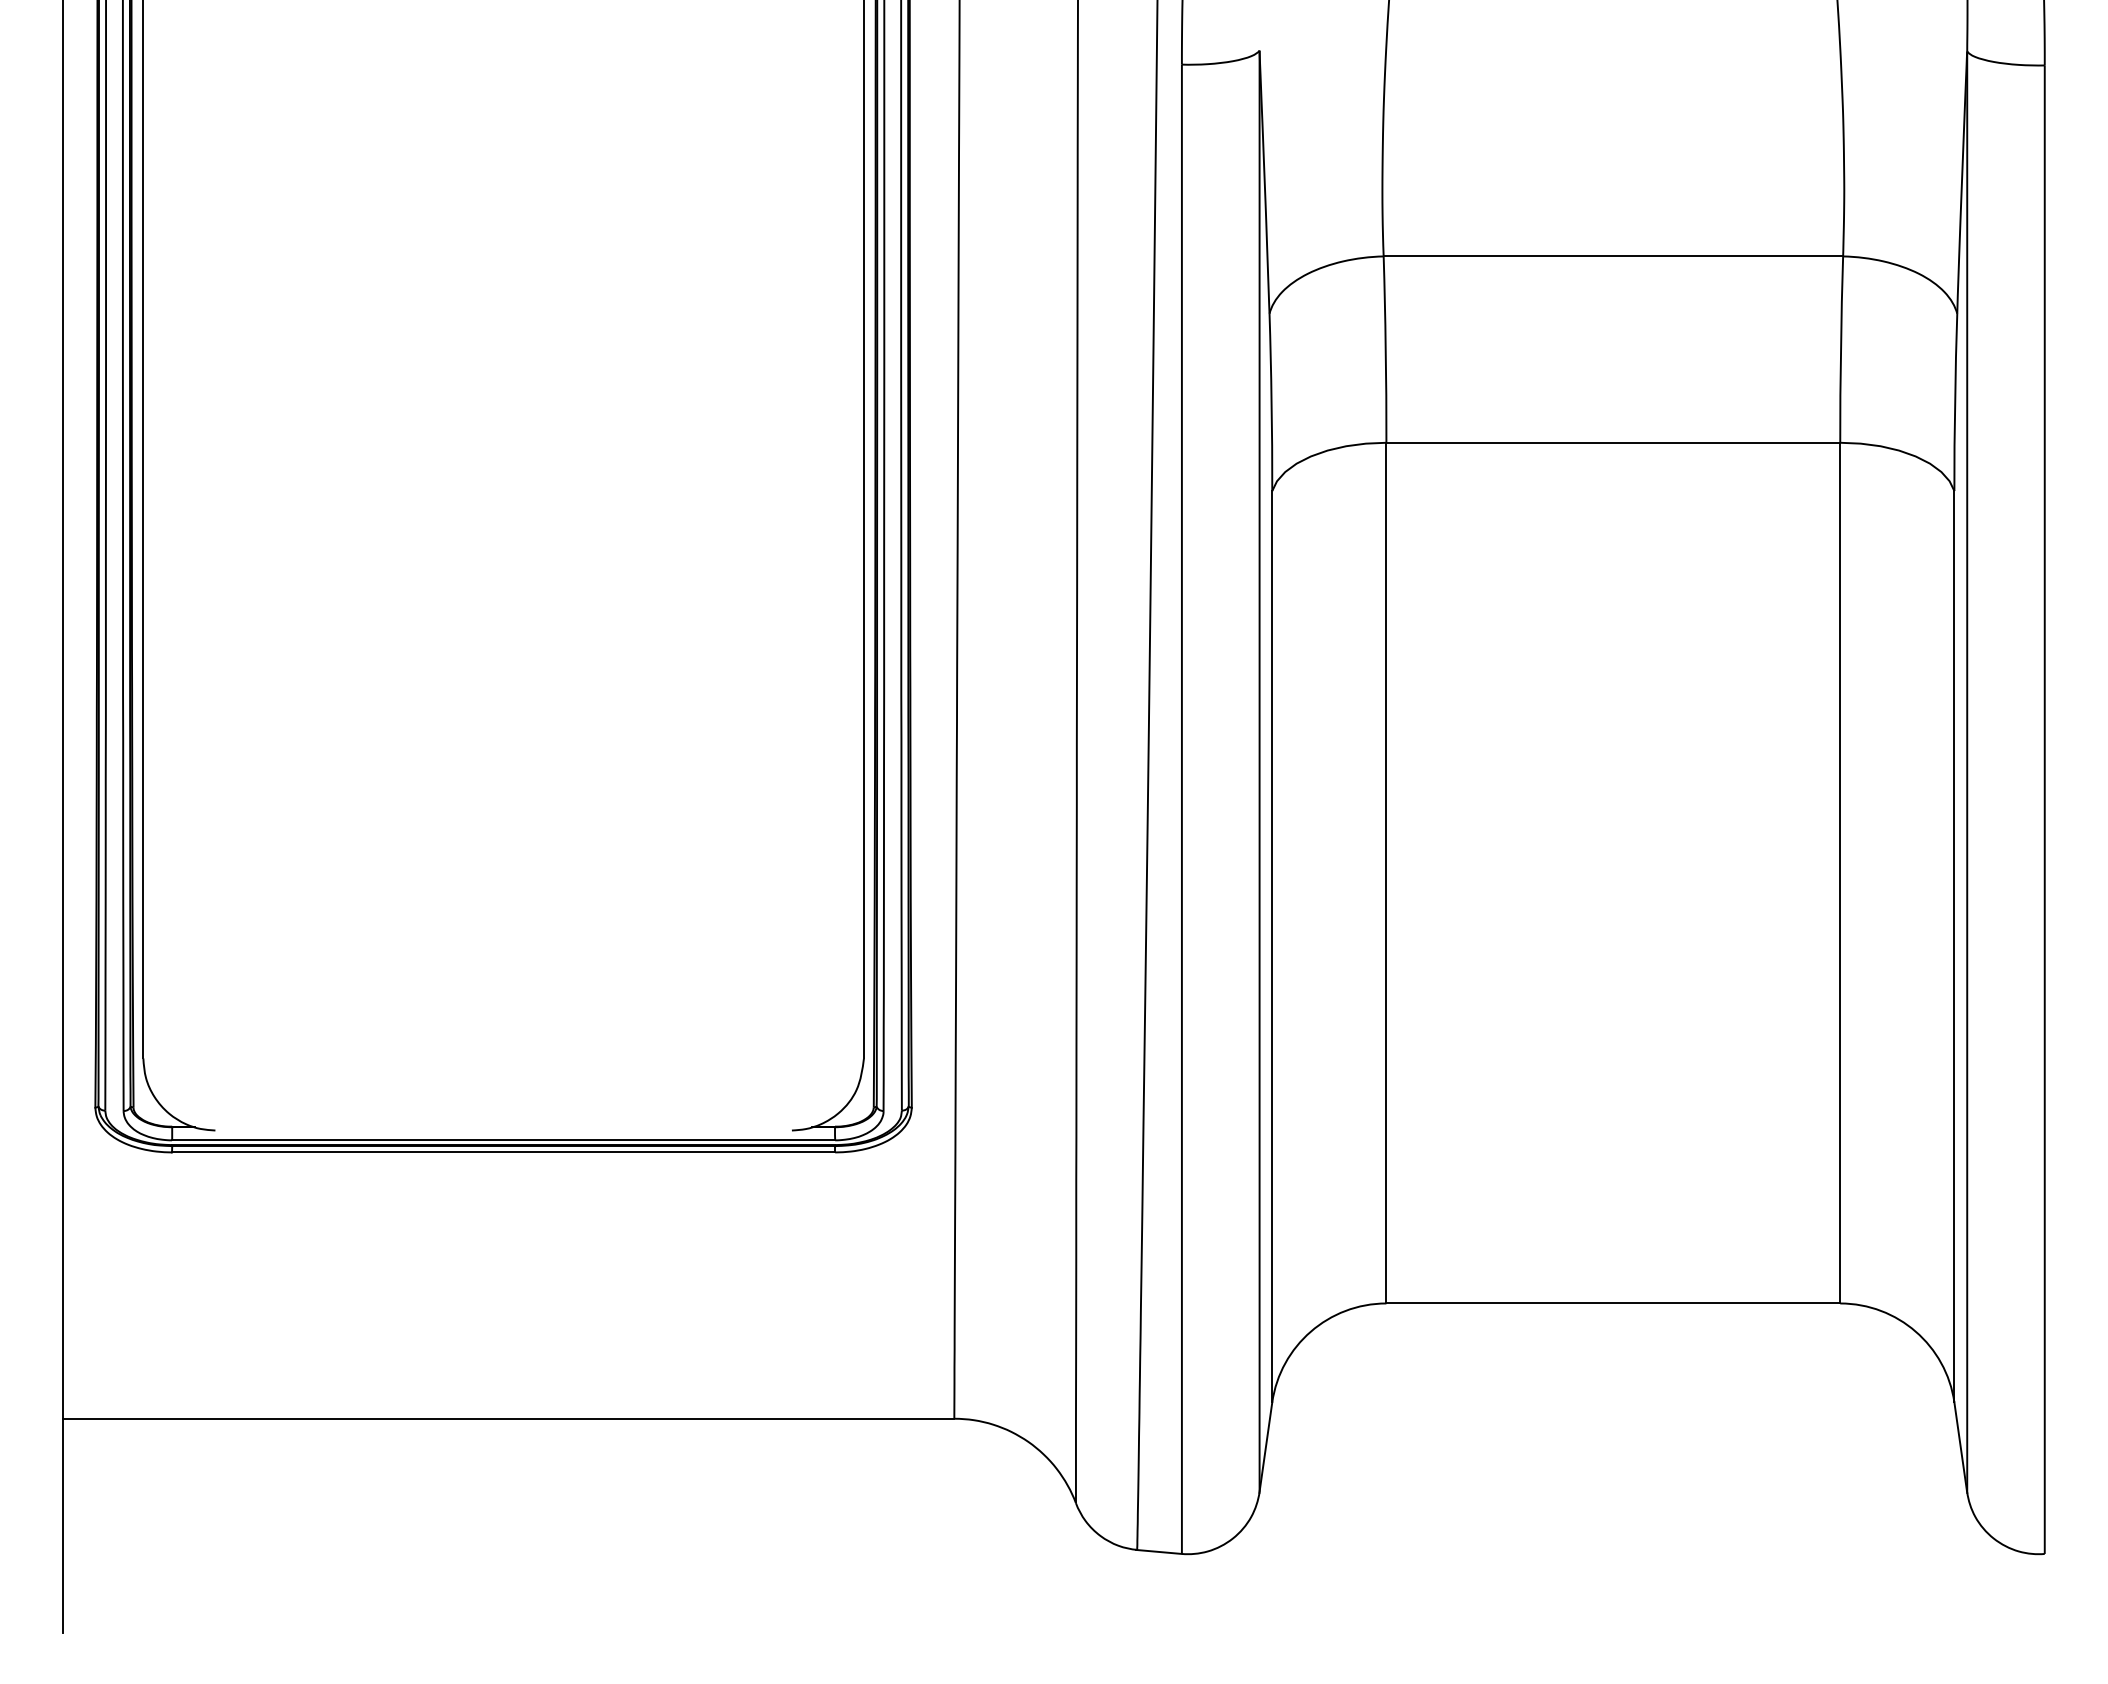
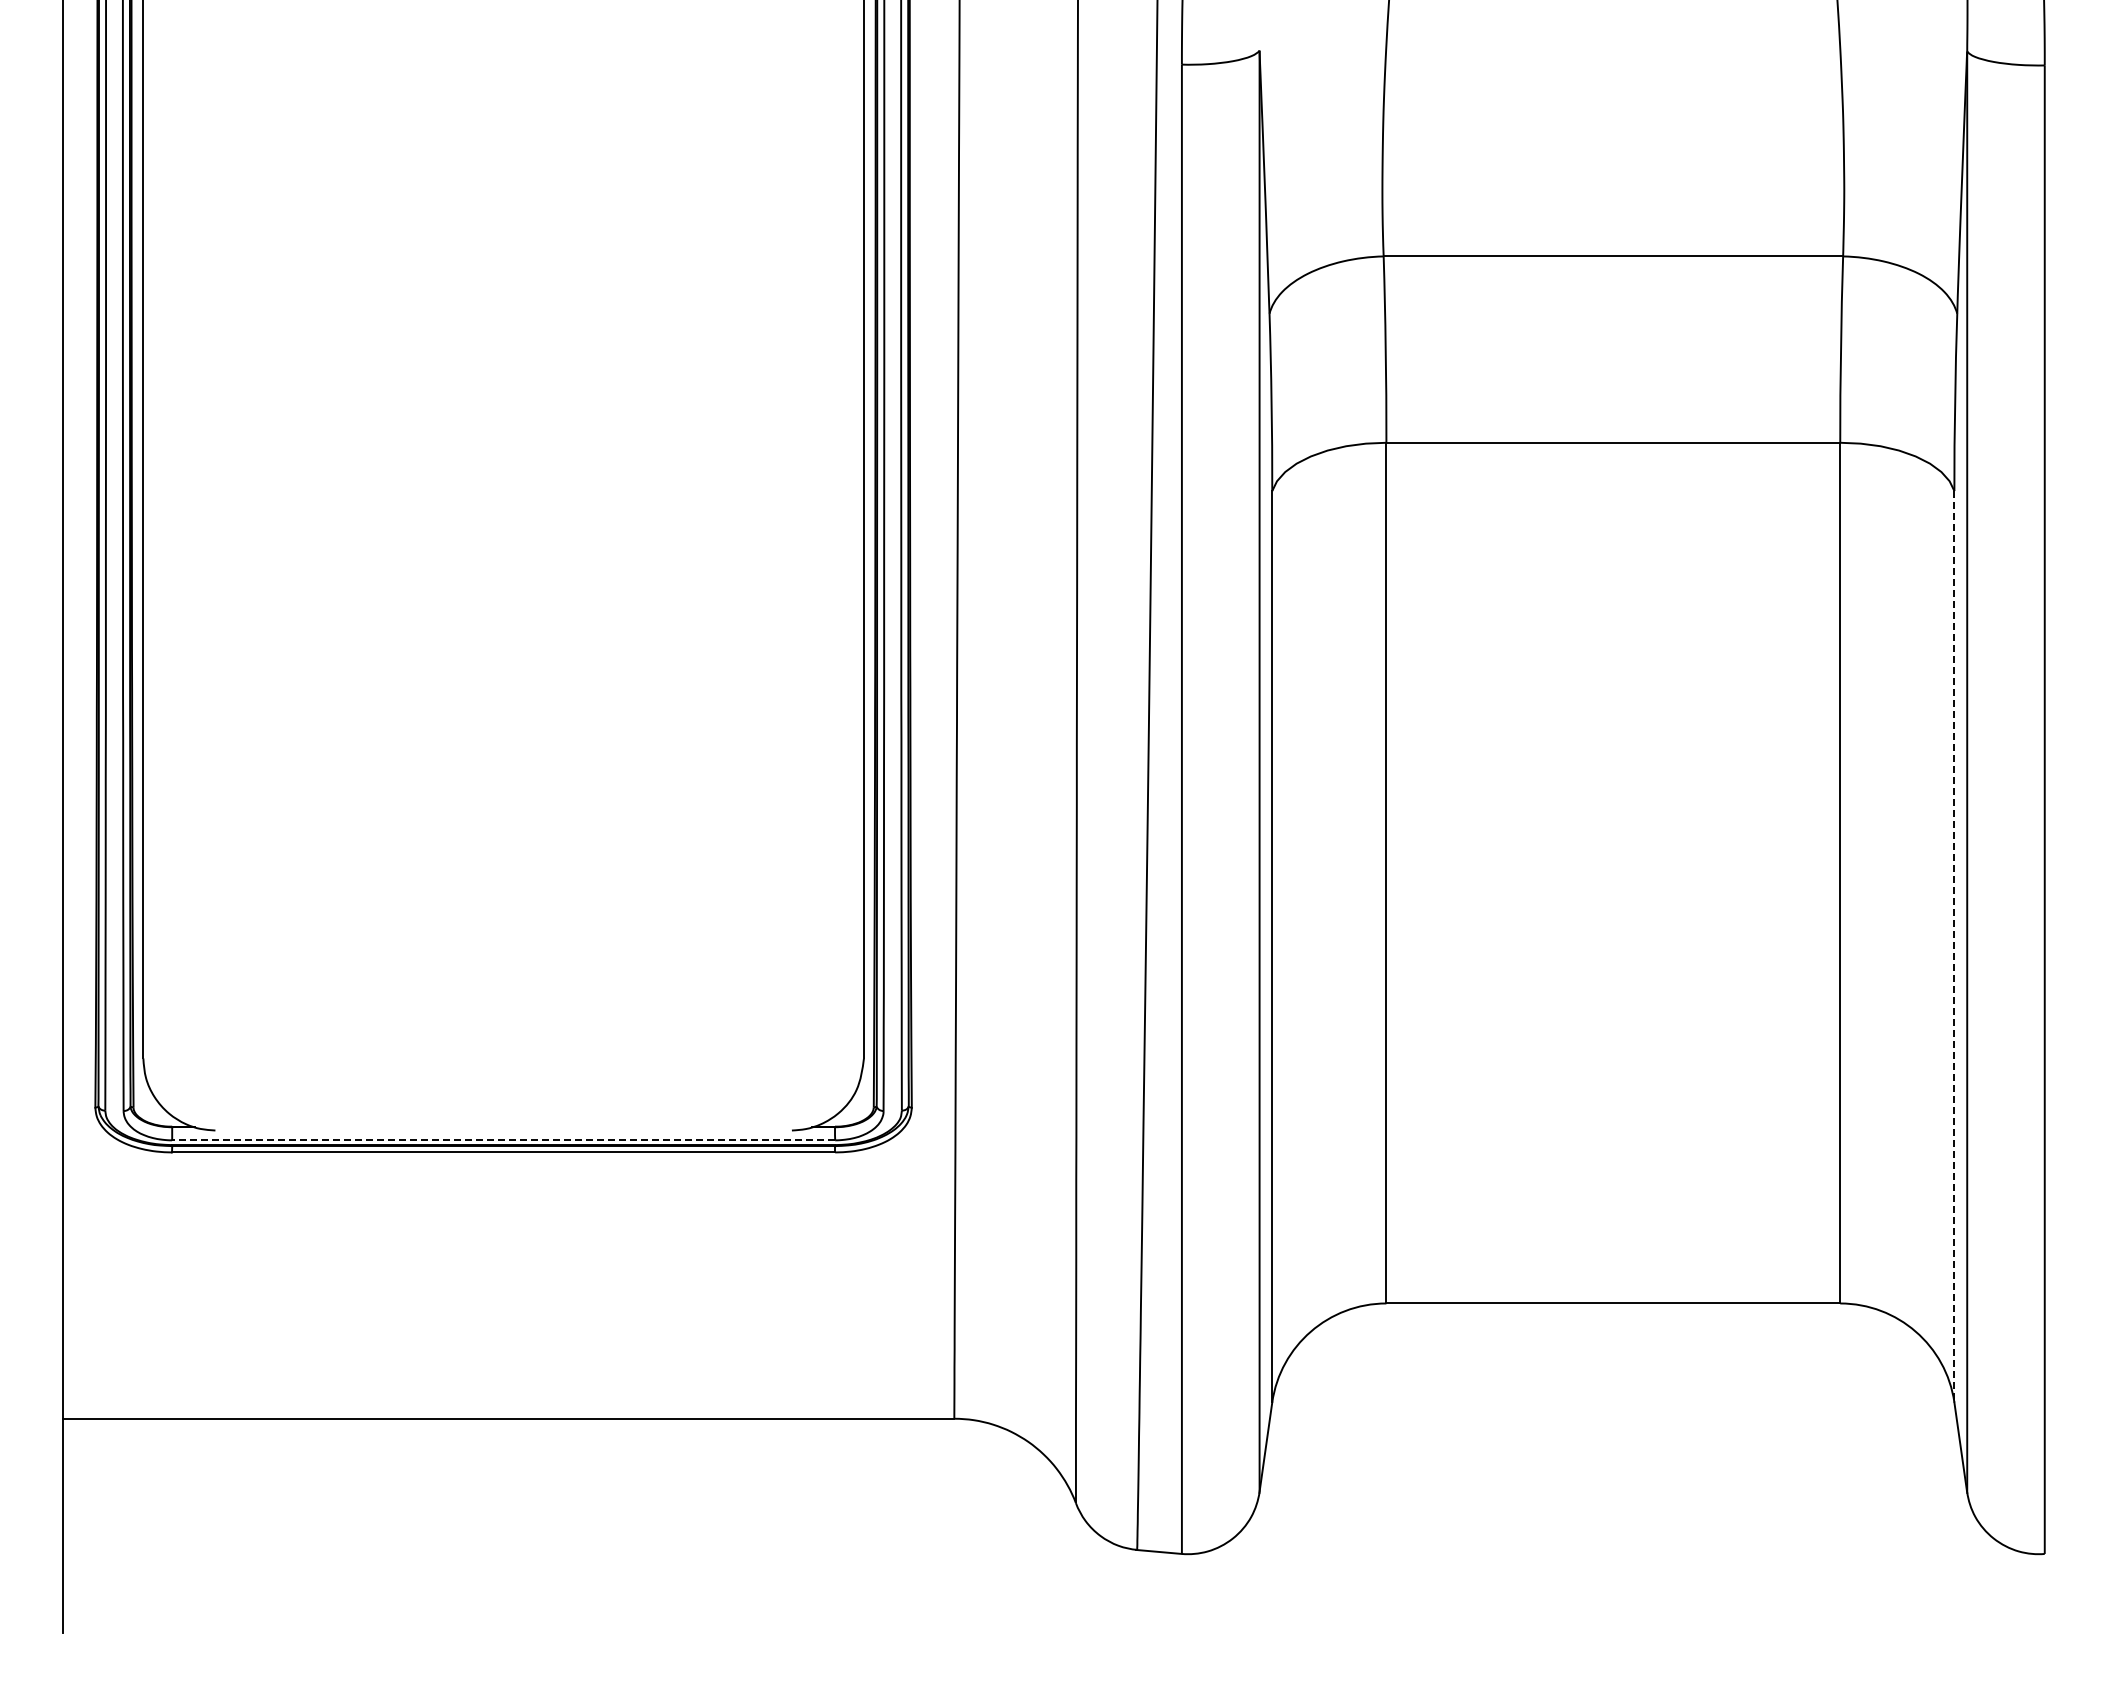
line at (1954, 946): solid -> dashed
line at (503, 1140): solid -> dashed
